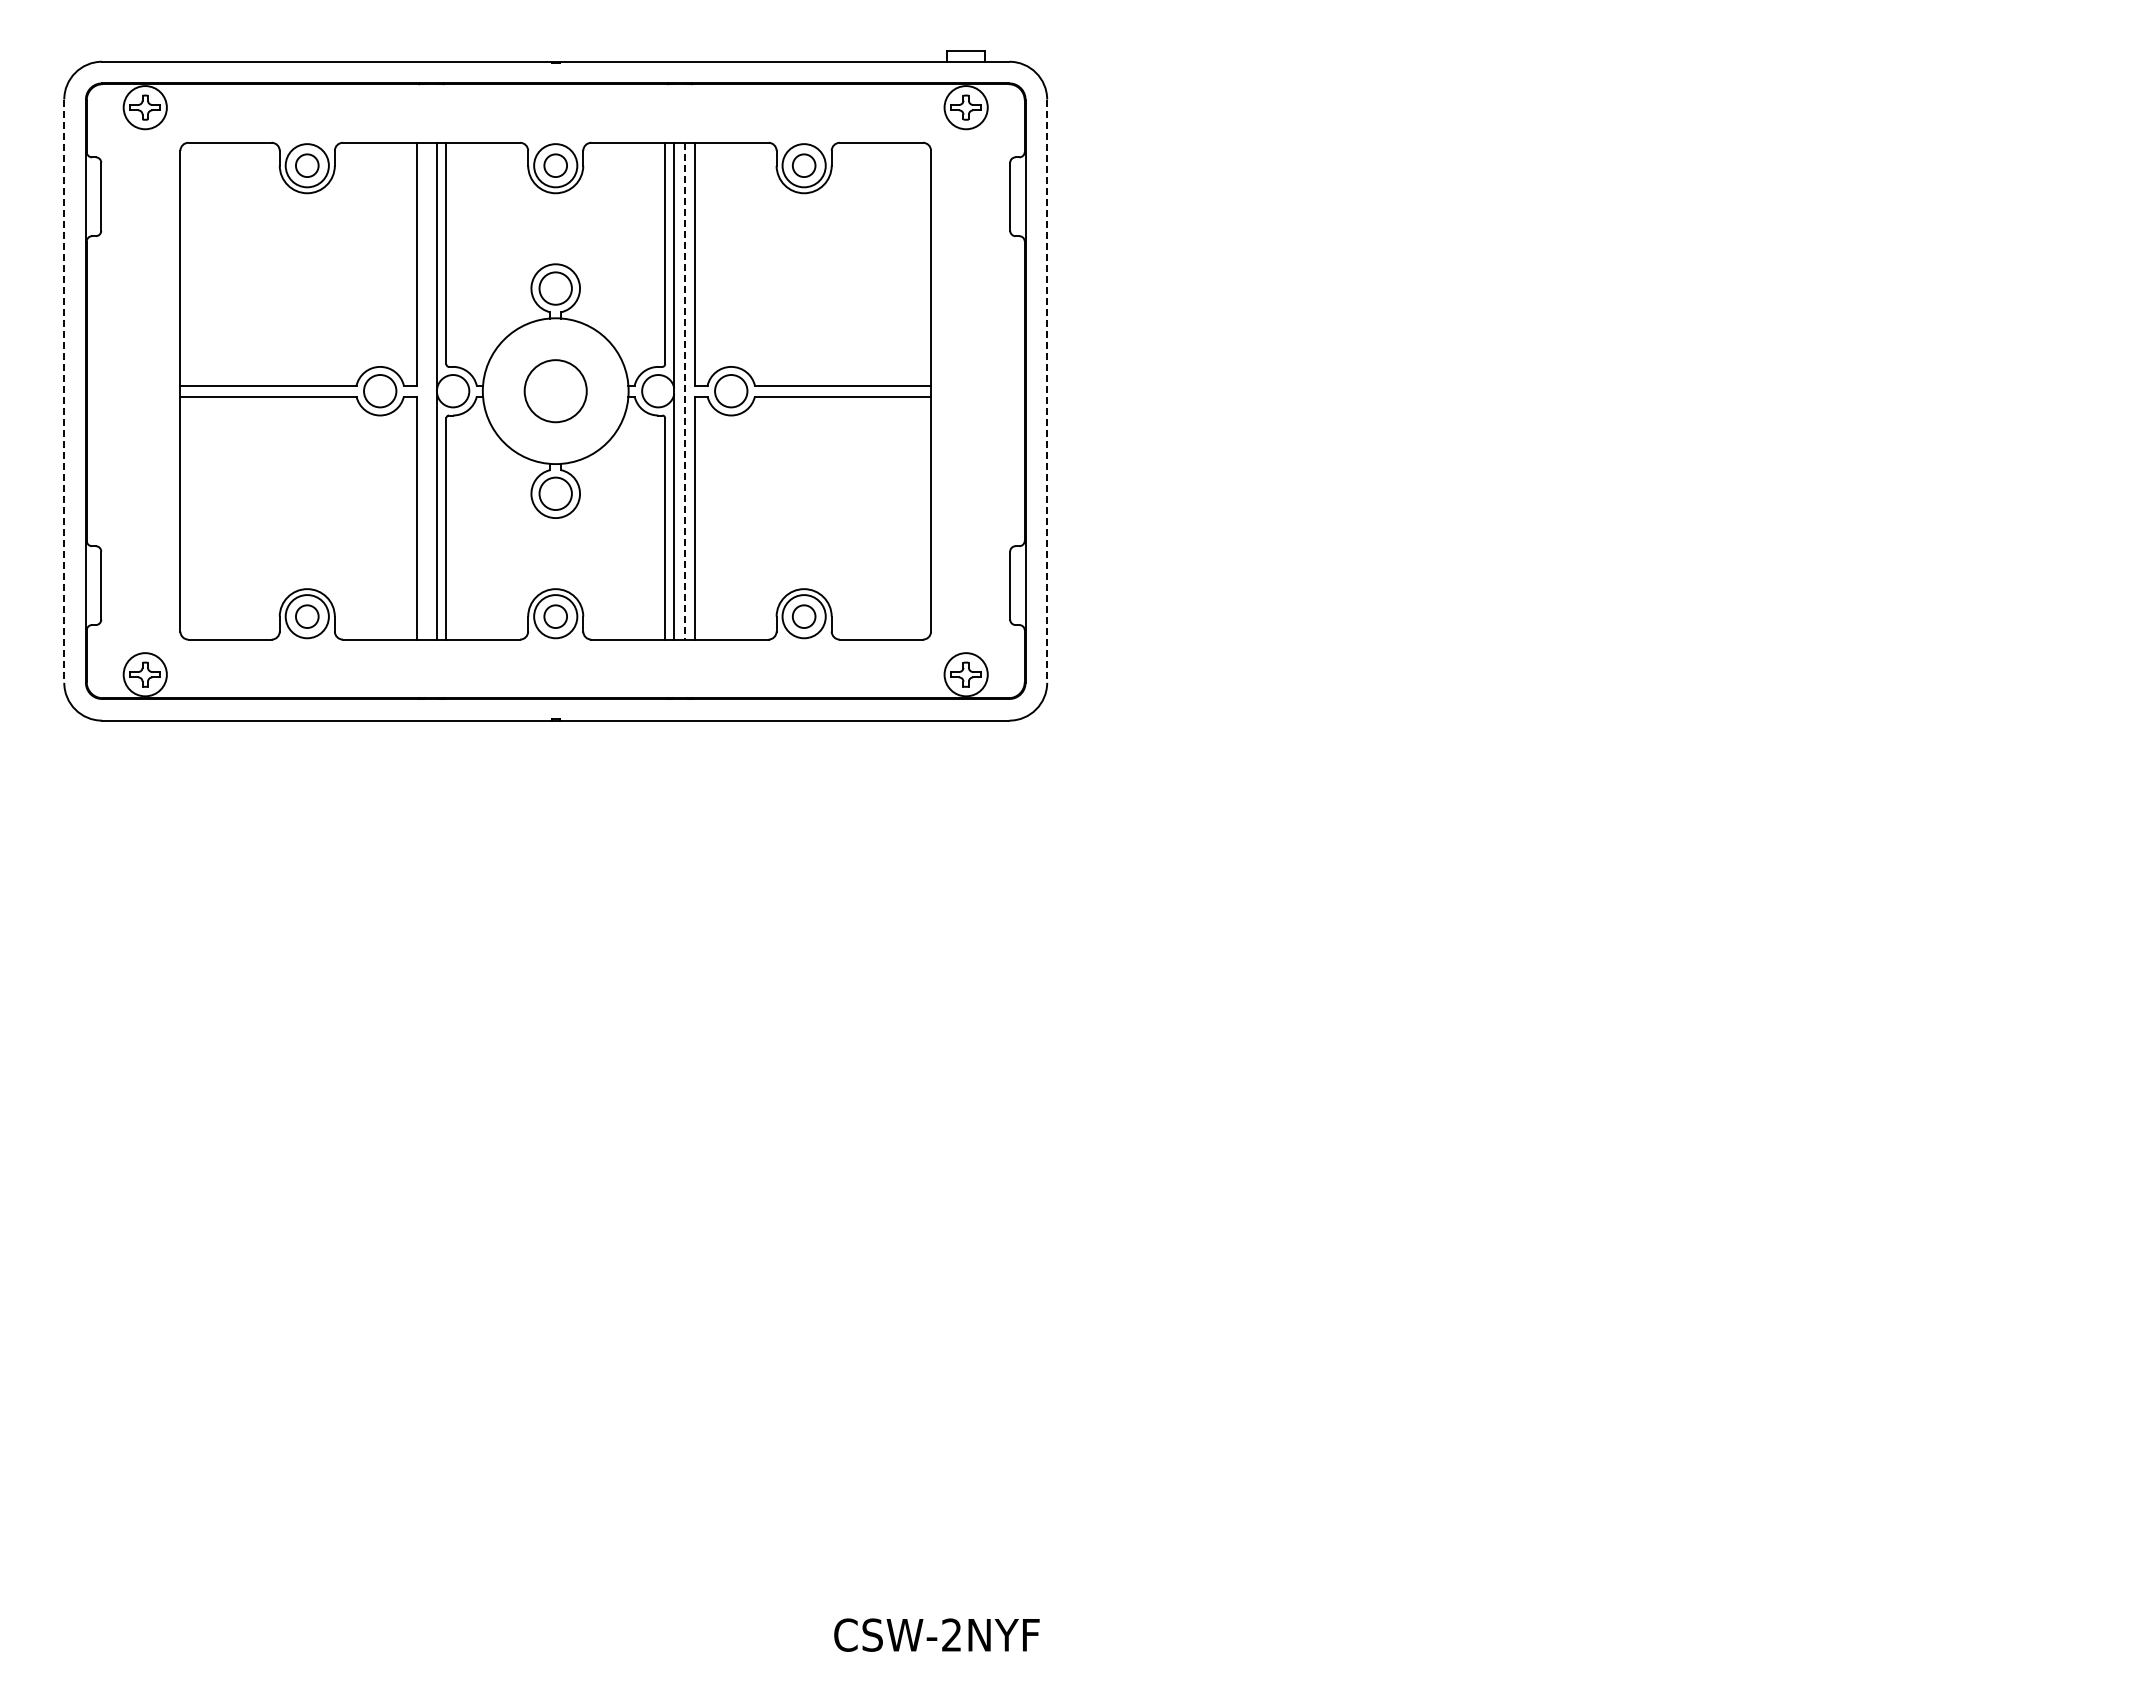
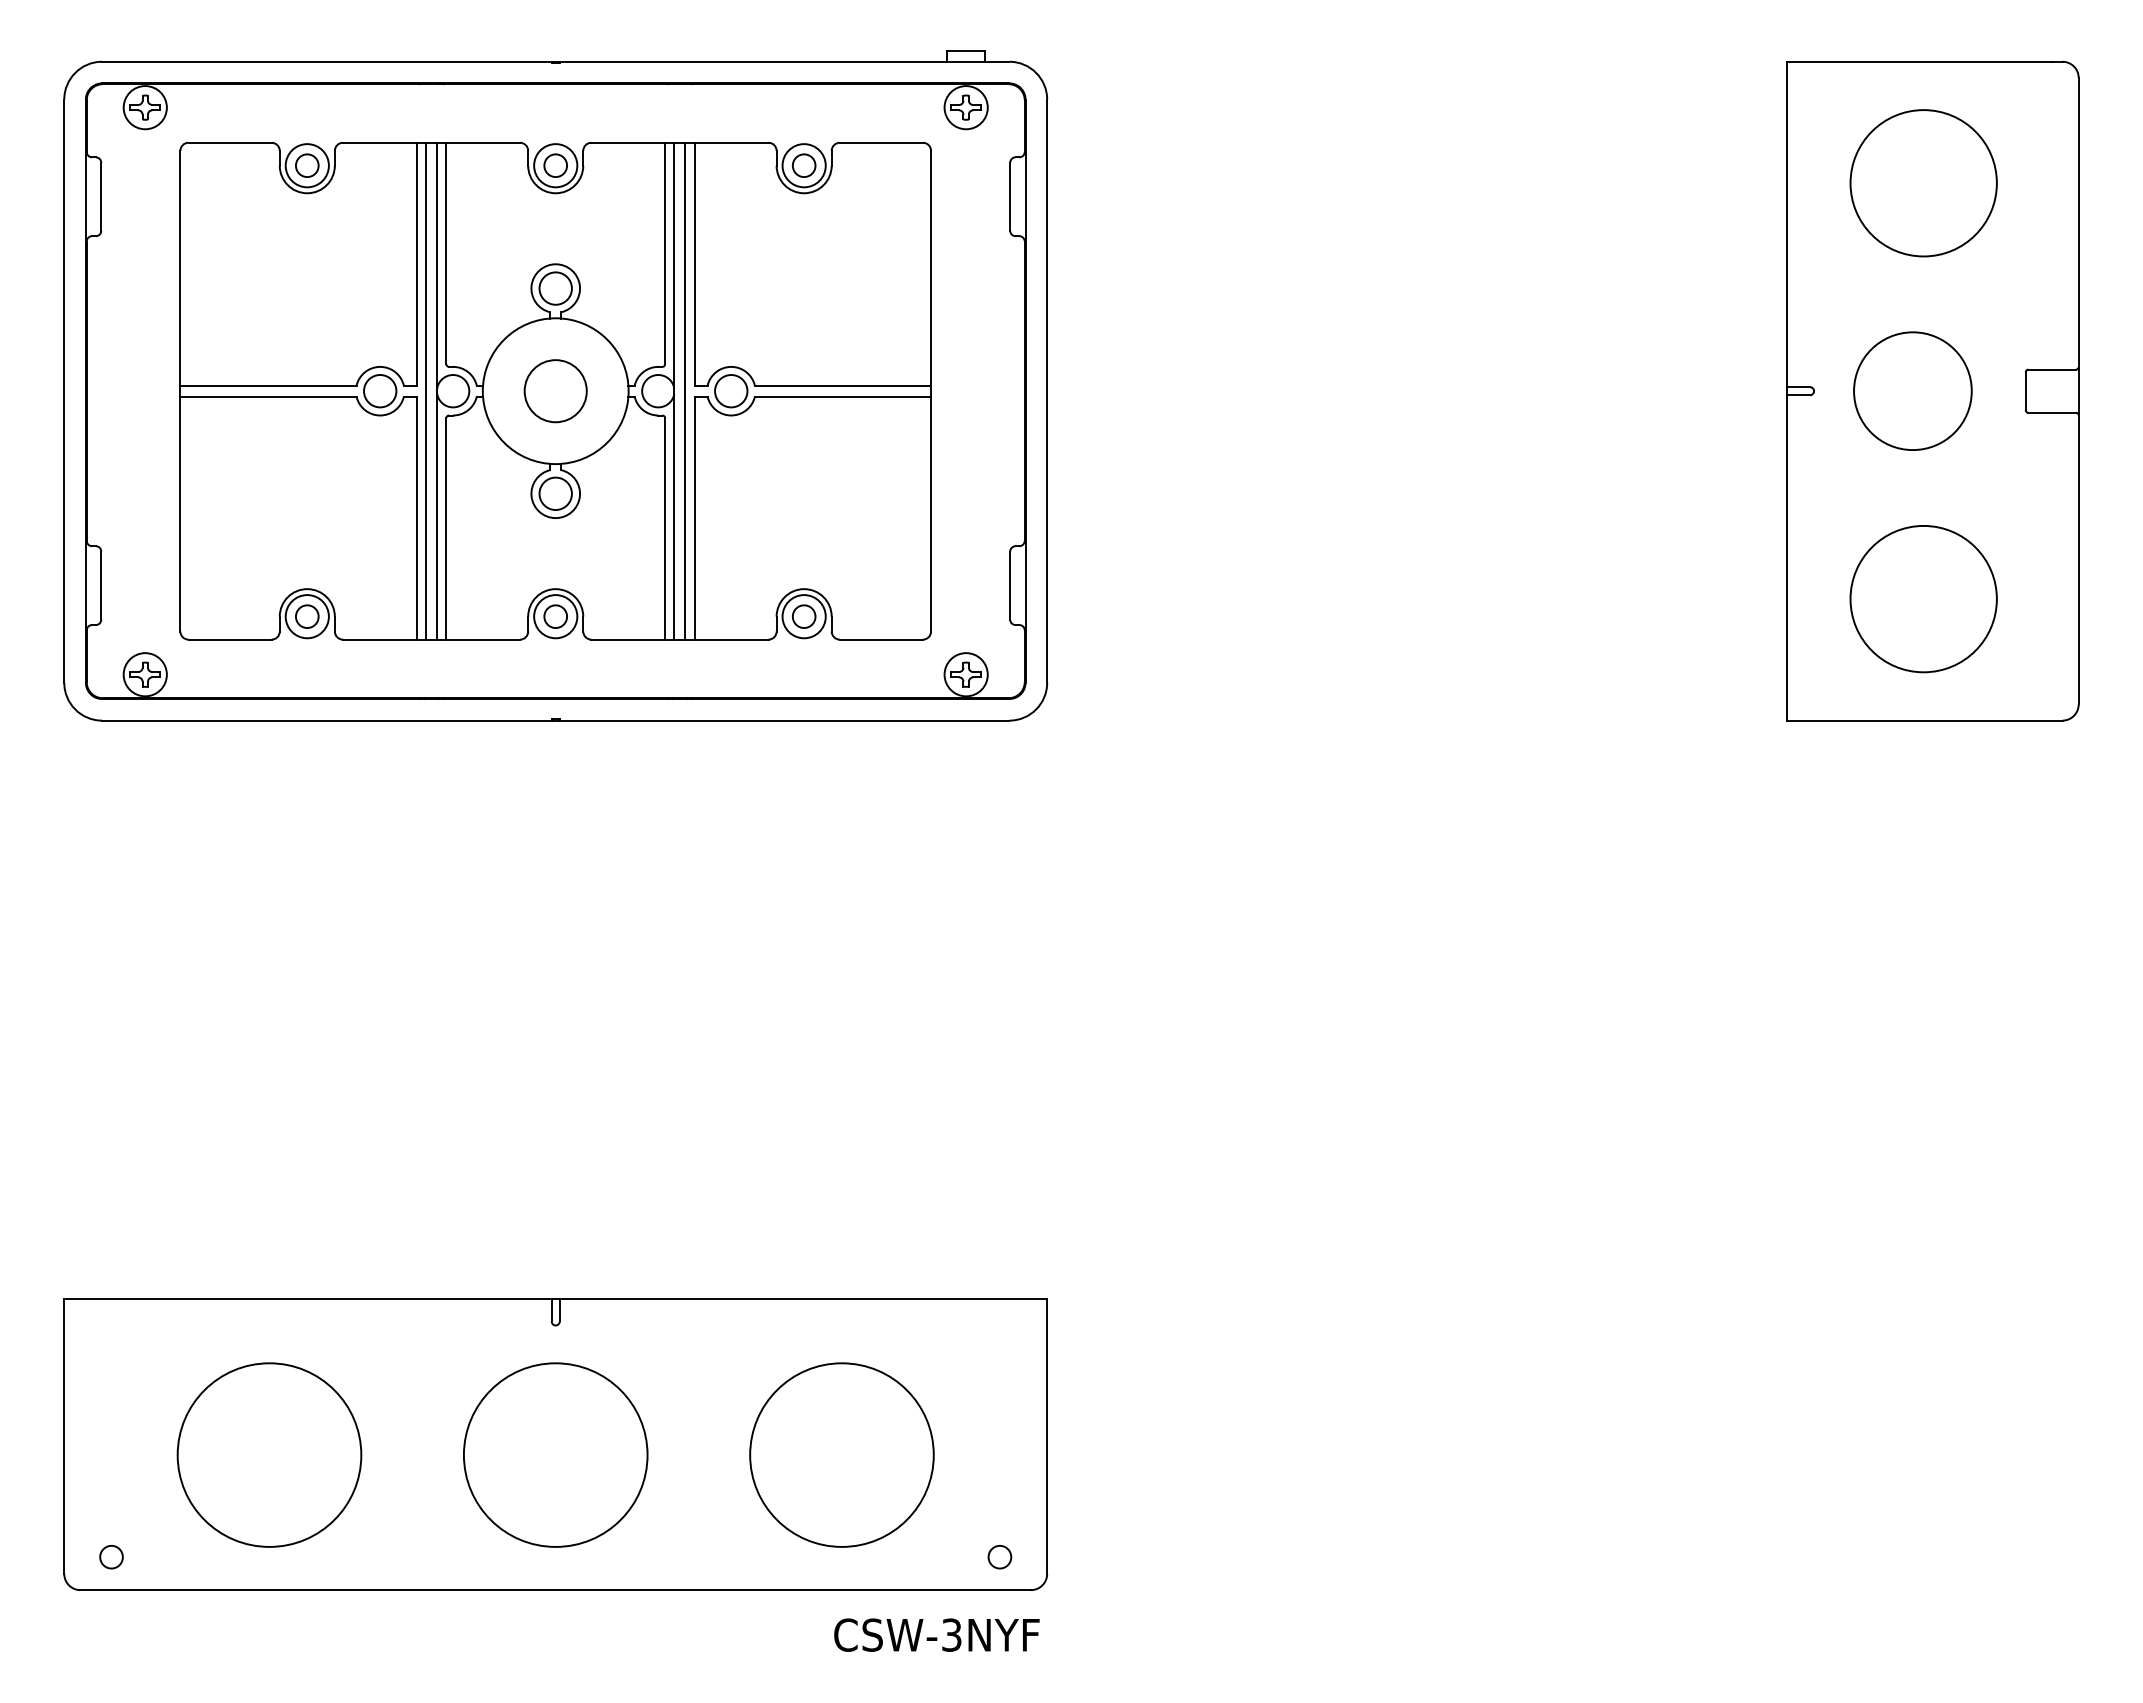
line at (425, 390): none -> present
part at (1932, 390): none -> present
line at (64, 391): dashed -> solid
line at (685, 391): dashed -> solid
line at (1047, 391): dashed -> solid
part at (555, 1444): none -> present
text at (951, 1634): CSW-2NYF -> CSW-3NYF
